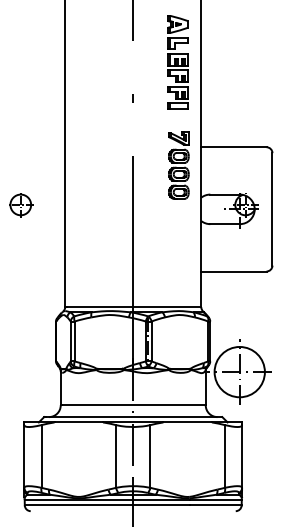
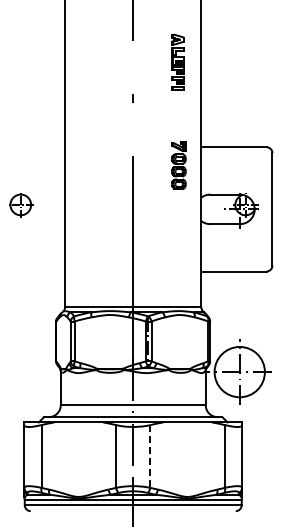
part at (177, 62) size: 22x95 px -> 14x58 px
part at (178, 165) size: 22x69 px -> 16x49 px
line at (150, 456): solid -> dashed
